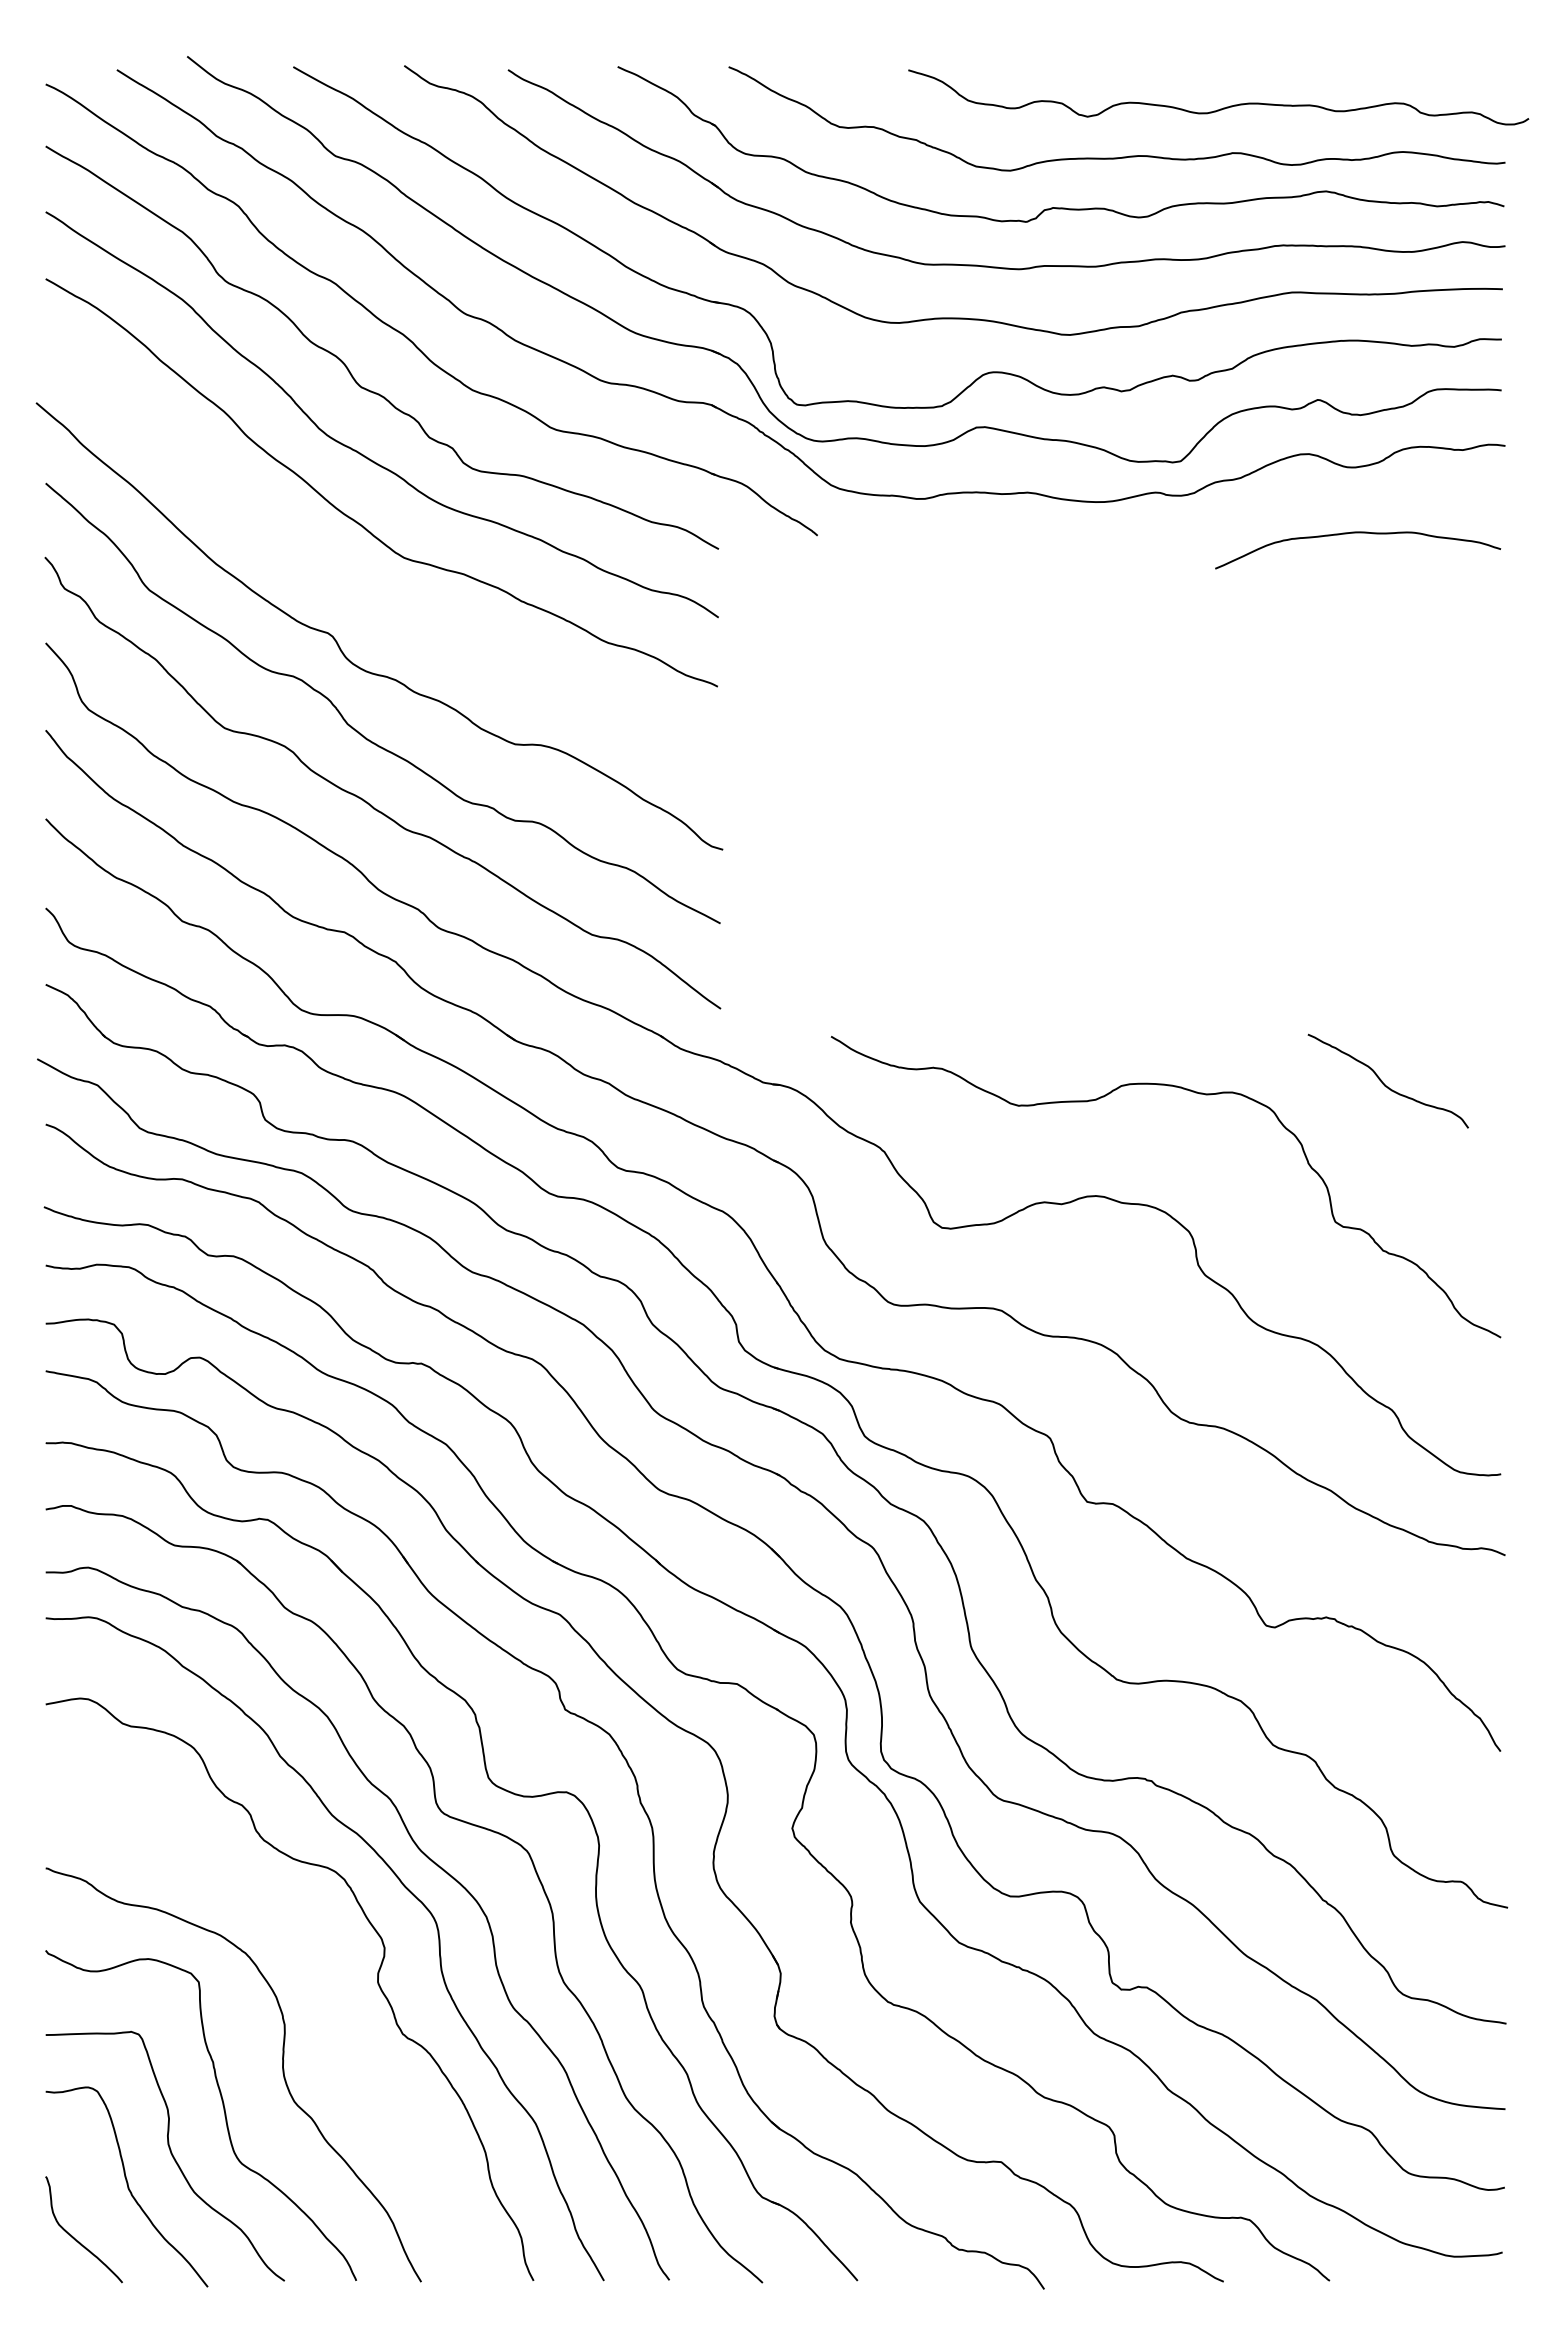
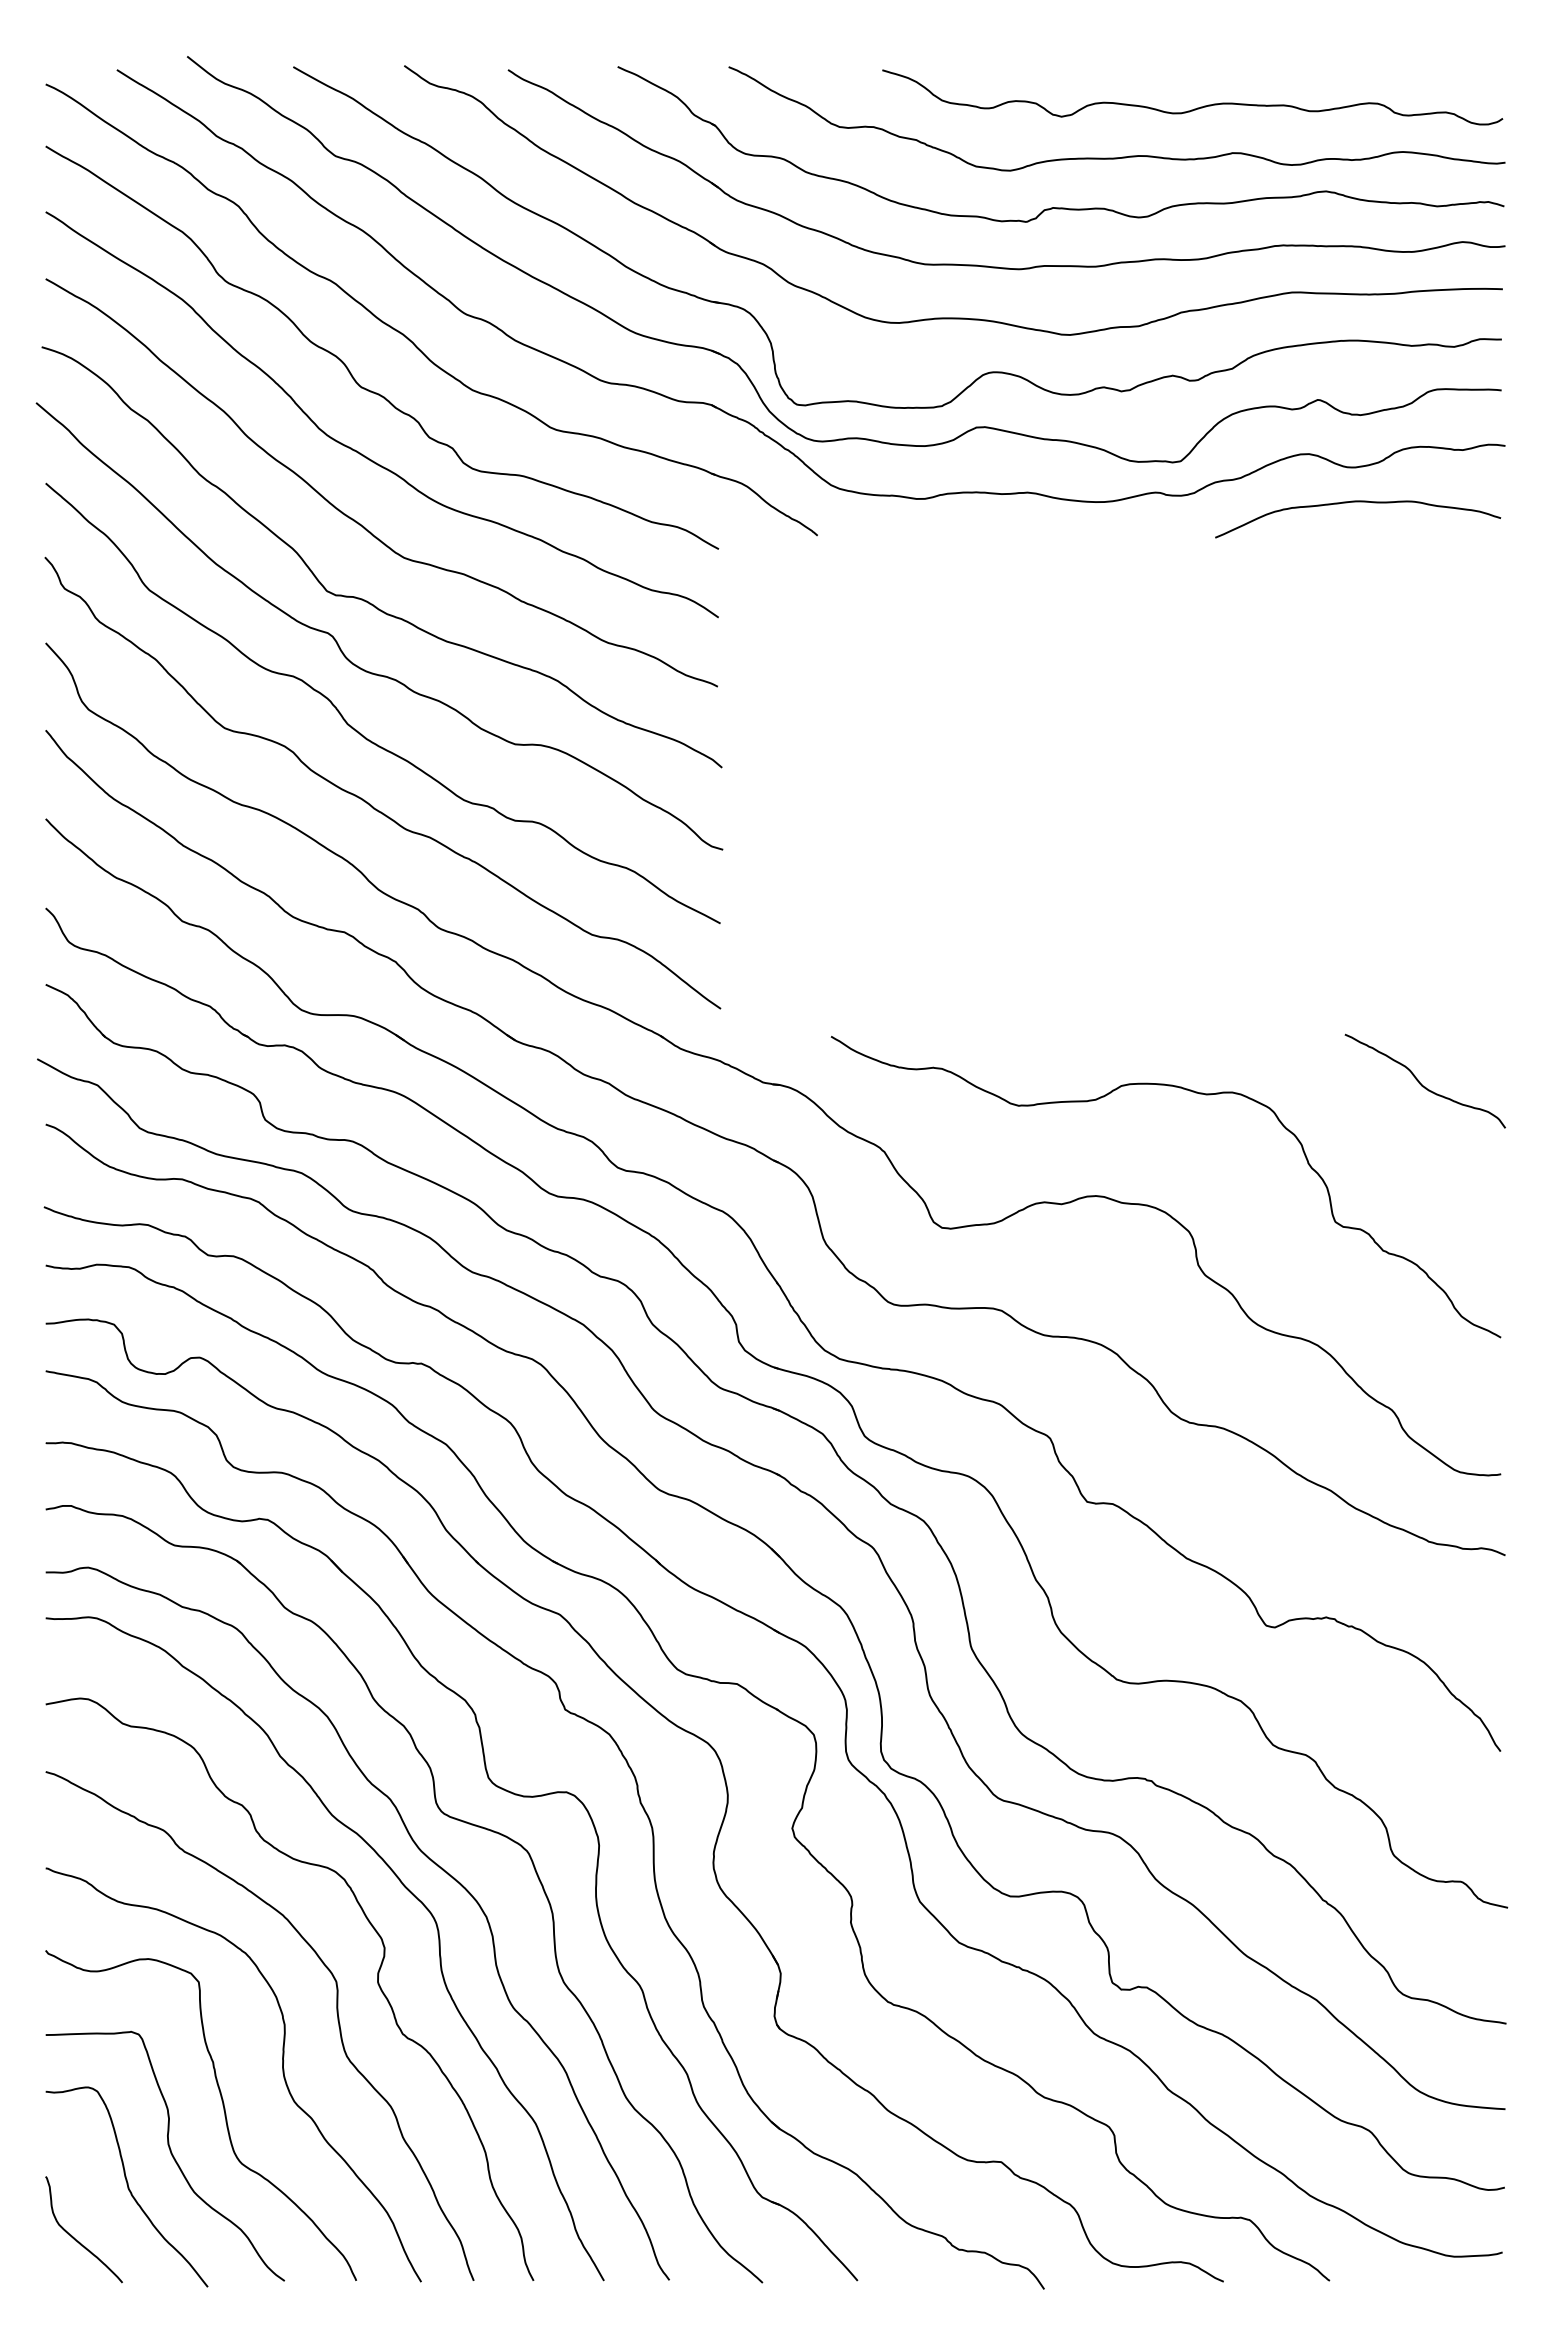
curve at (1223, 107) position: (1223, 107) -> (1197, 107)
curve at (1358, 533) position: (1358, 533) -> (1358, 502)
curve at (362, 598): none -> present
curve at (1384, 1083) position: (1384, 1083) -> (1421, 1083)
curve at (336, 2013): none -> present
